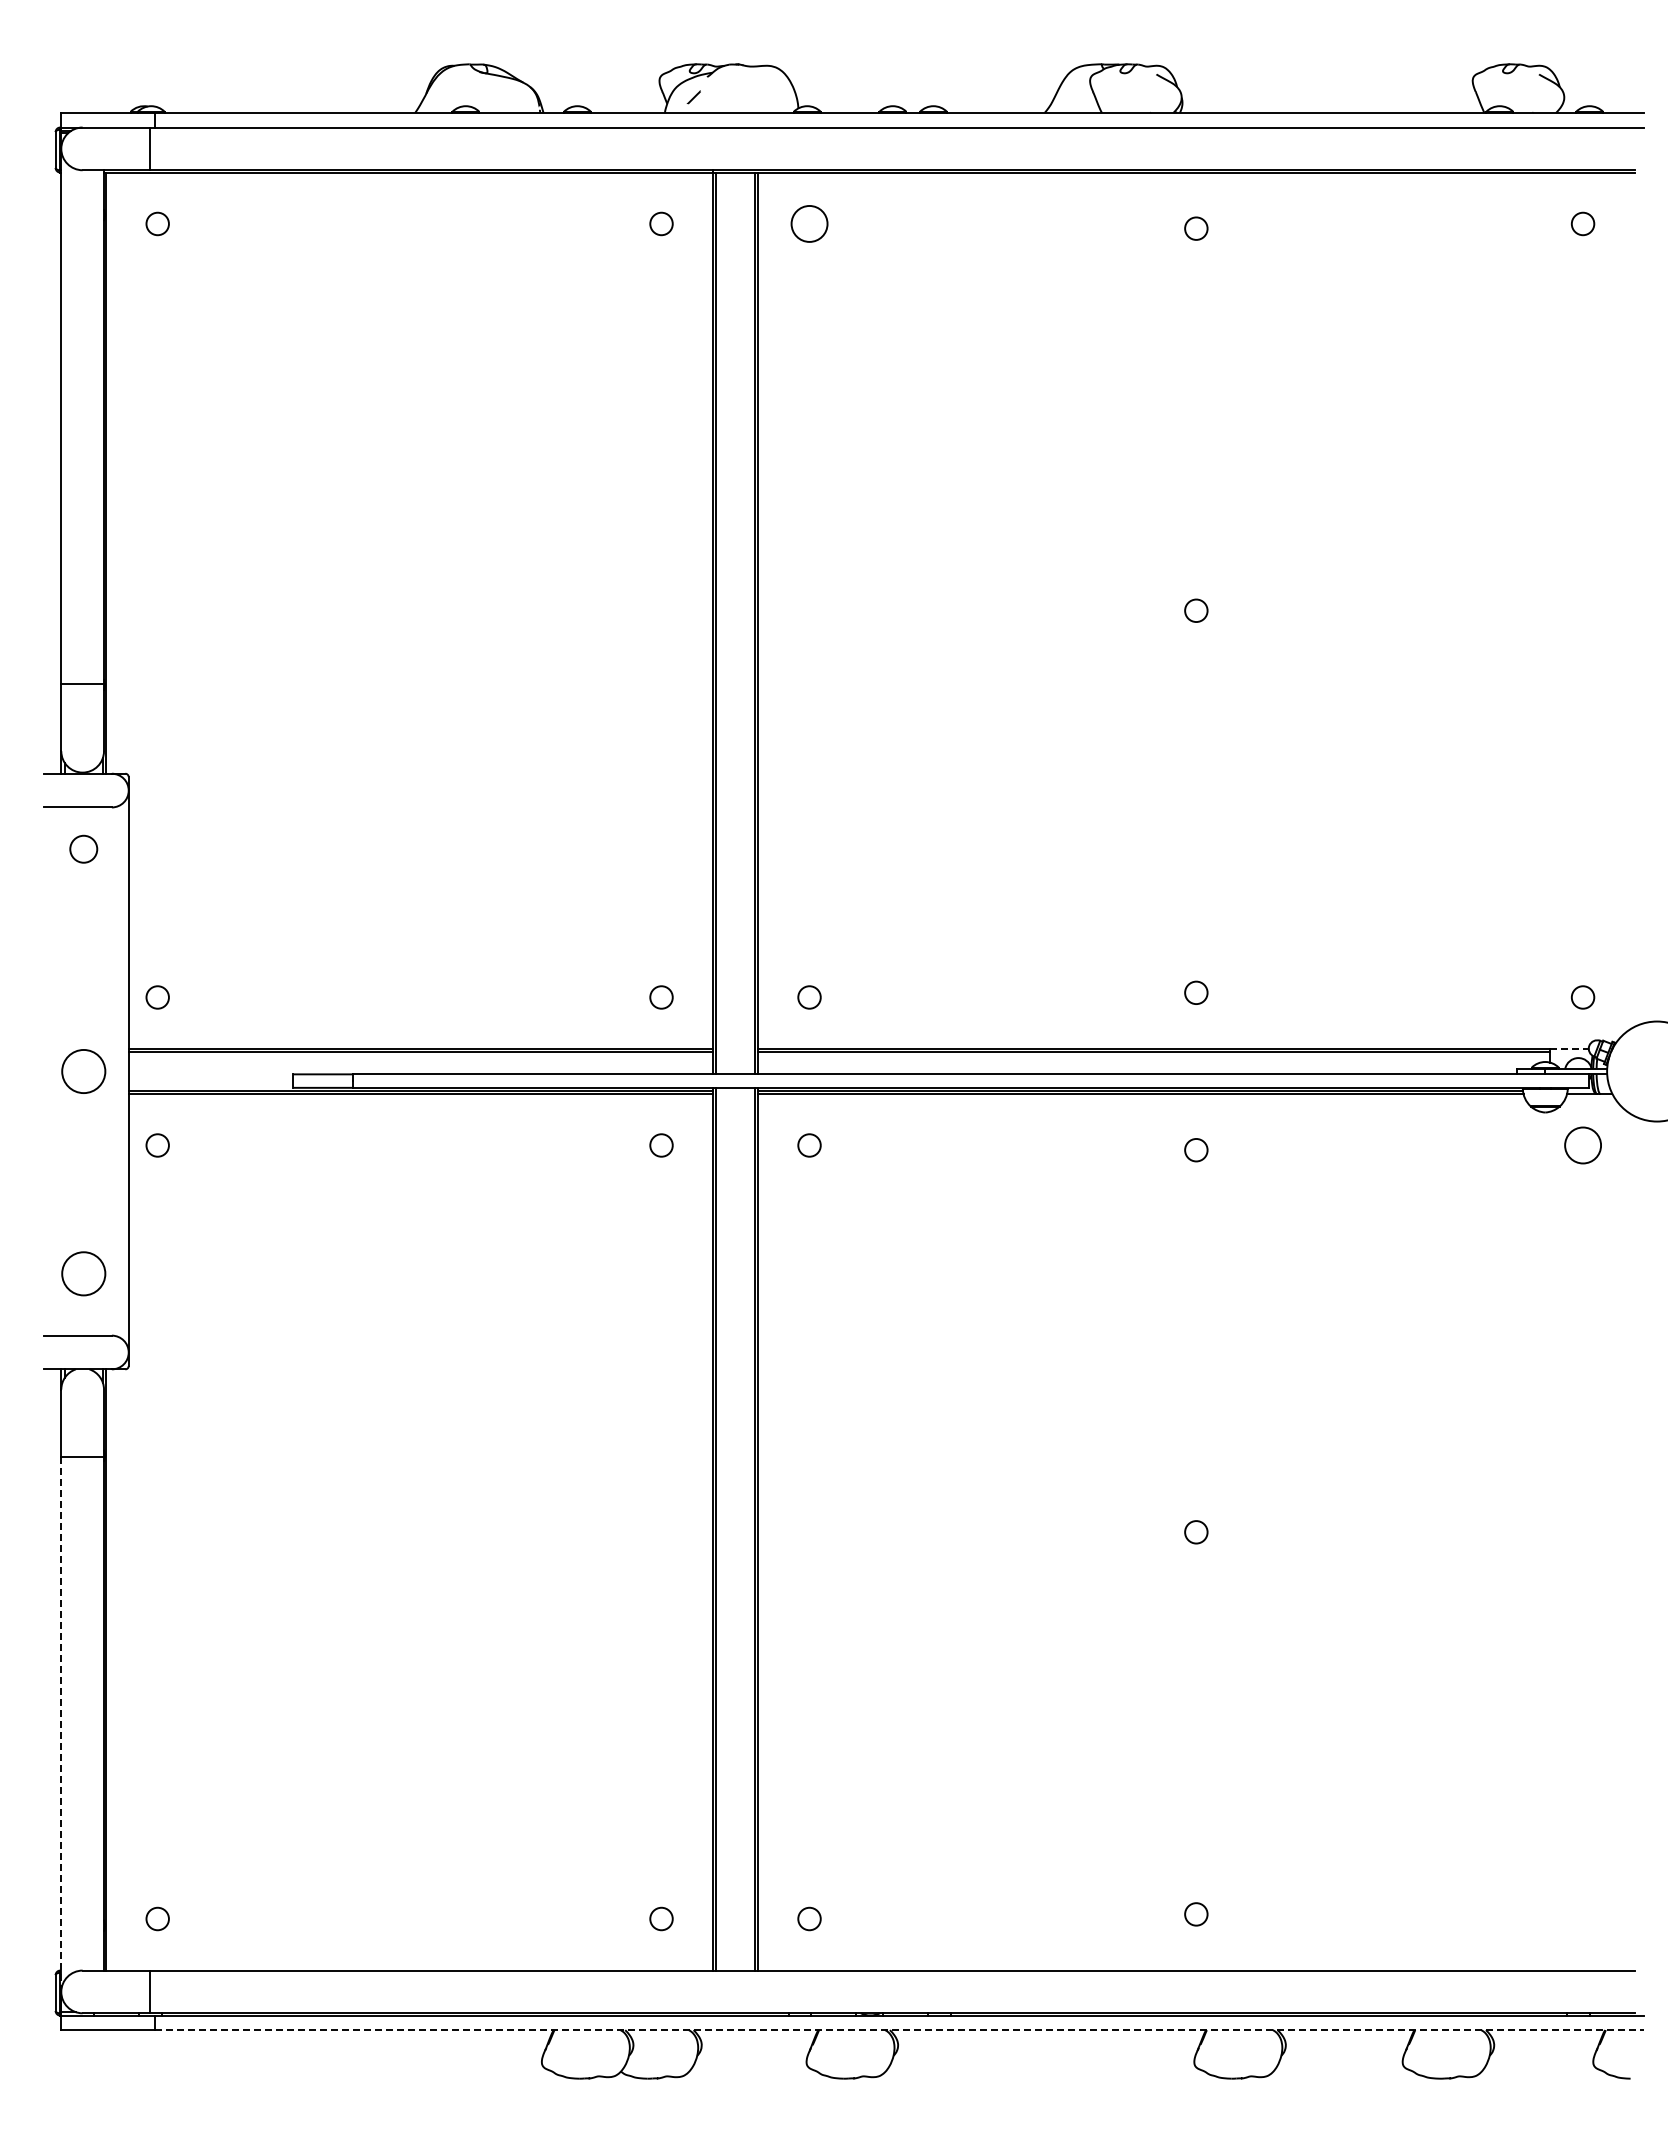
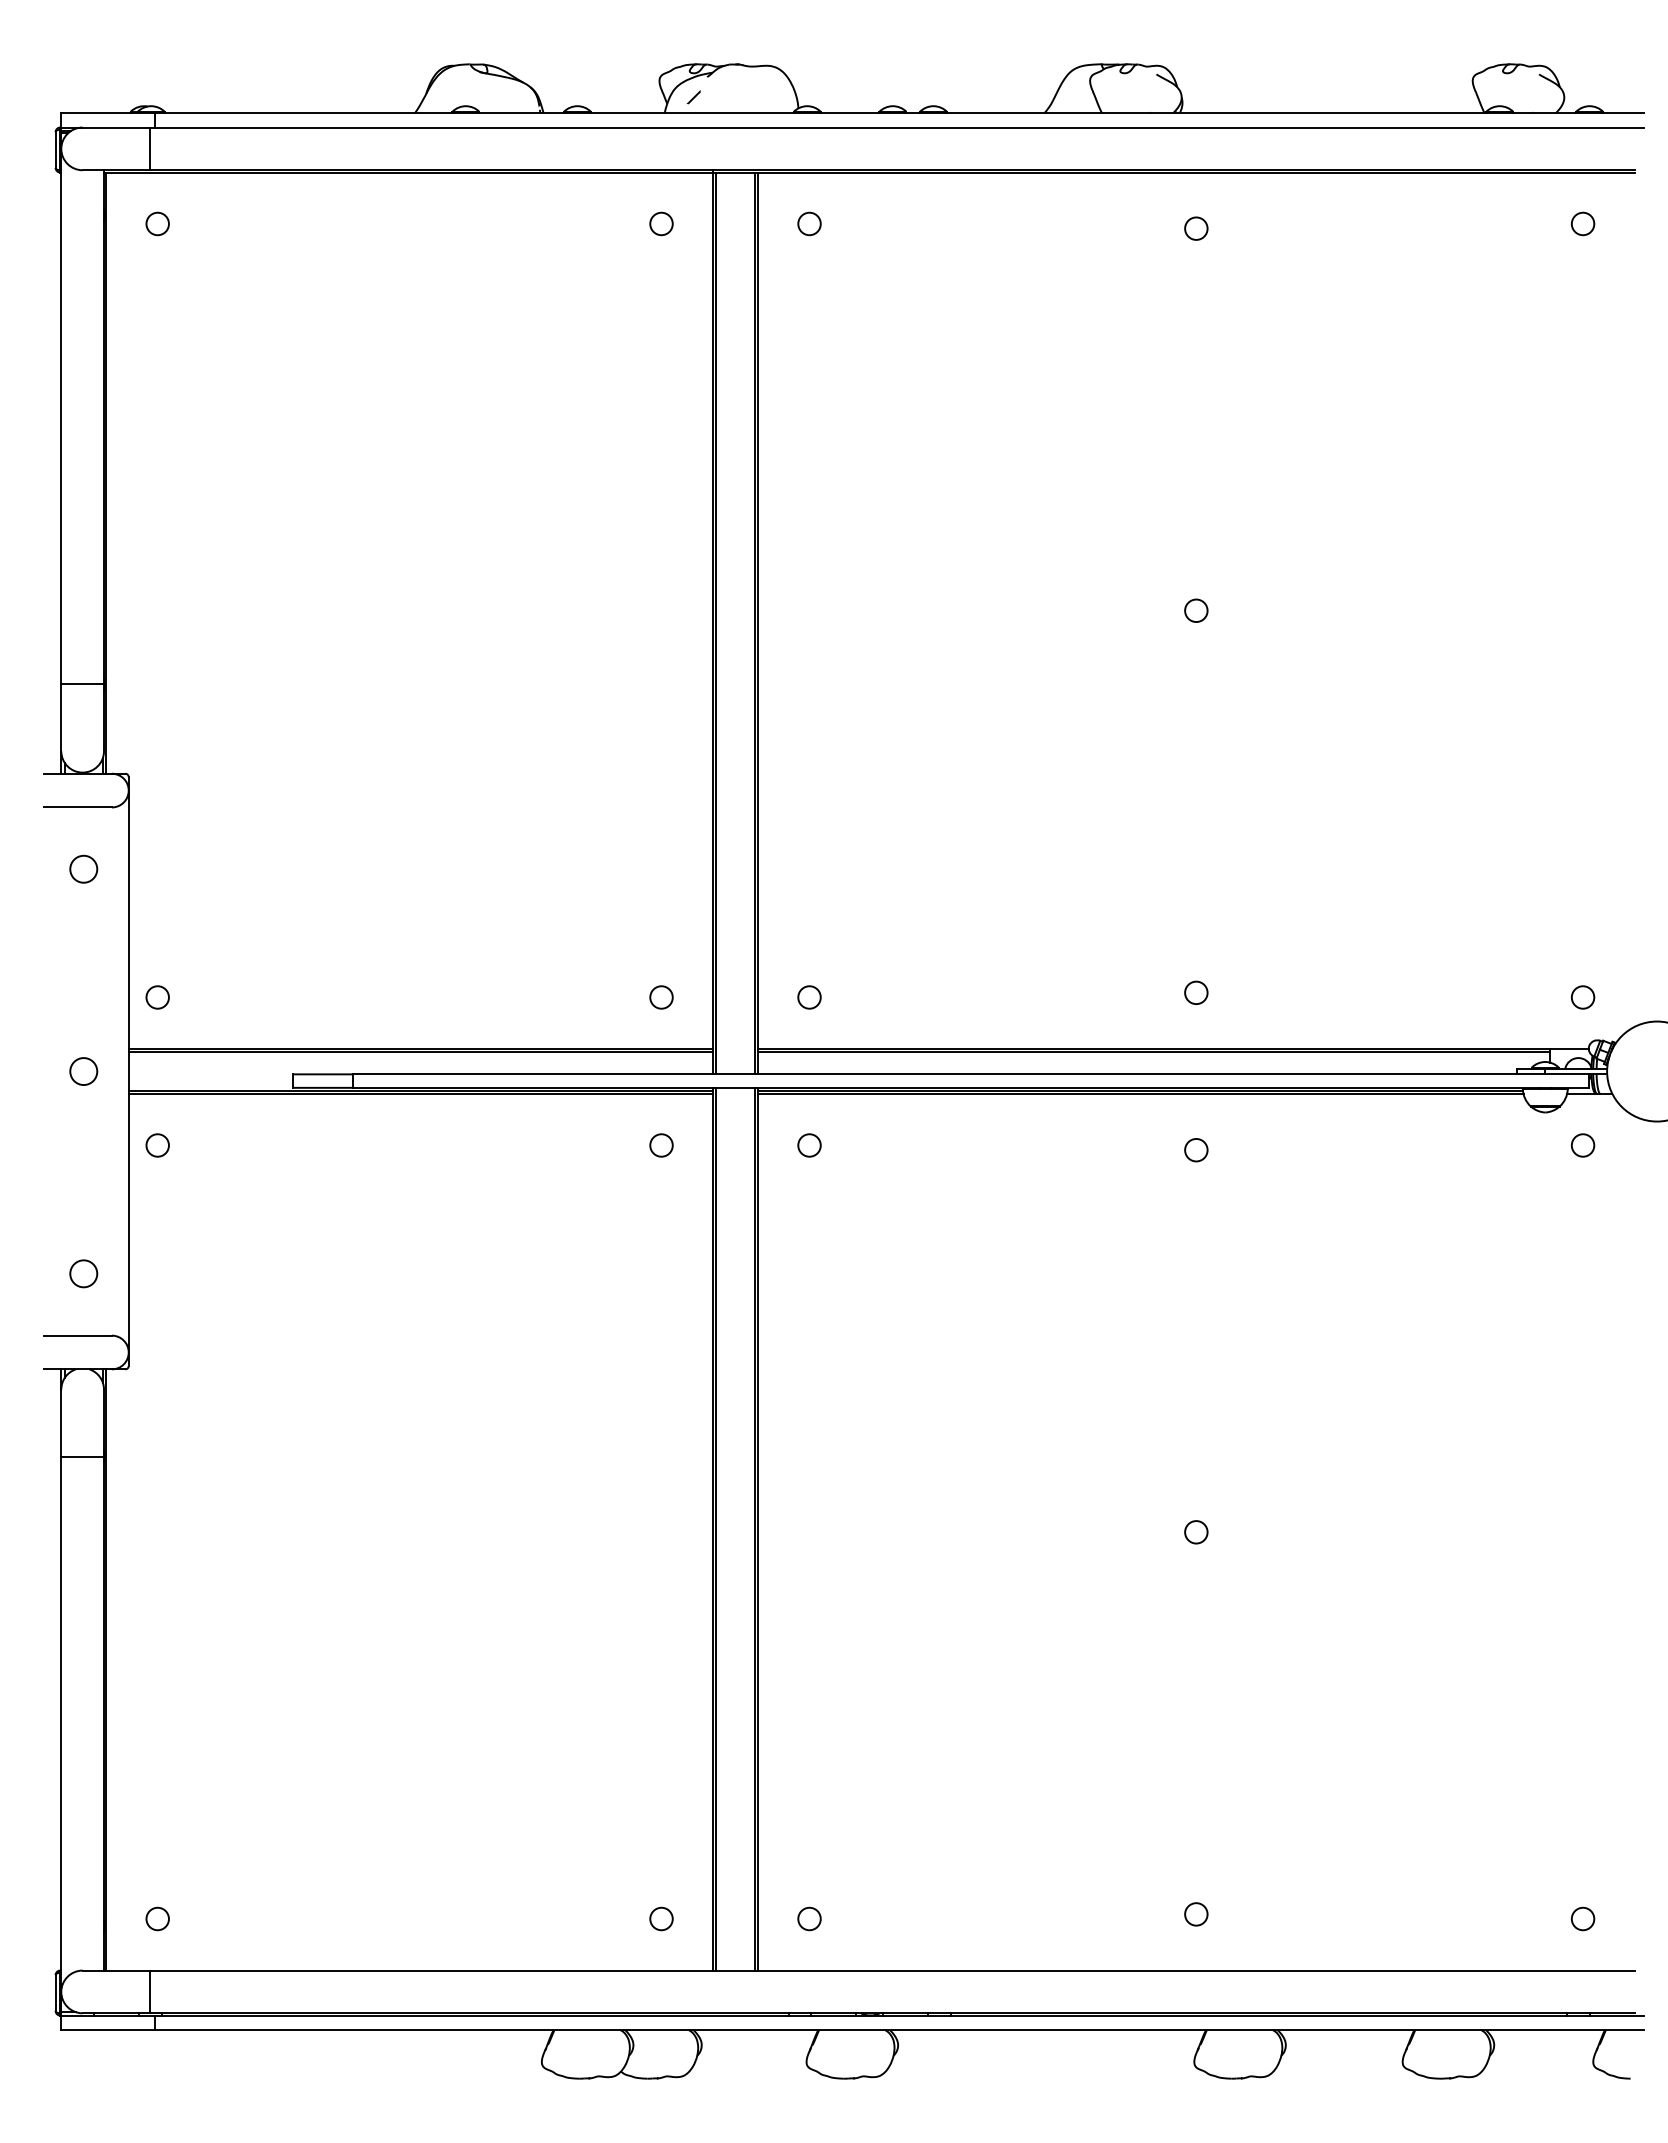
circle at (809, 223) size: 39x38 px -> 25x26 px
circle at (83, 848) position: (83, 848) -> (83, 868)
line at (1570, 1049): dashed -> solid
circle at (83, 1071) diameter: 43 px -> 27 px
circle at (1582, 1145) size: 38x39 px -> 26x25 px
circle at (83, 1273) diameter: 43 px -> 27 px
line at (61, 1724): dashed -> solid
circle at (1583, 1918): none -> present
line at (899, 2030): dashed -> solid
